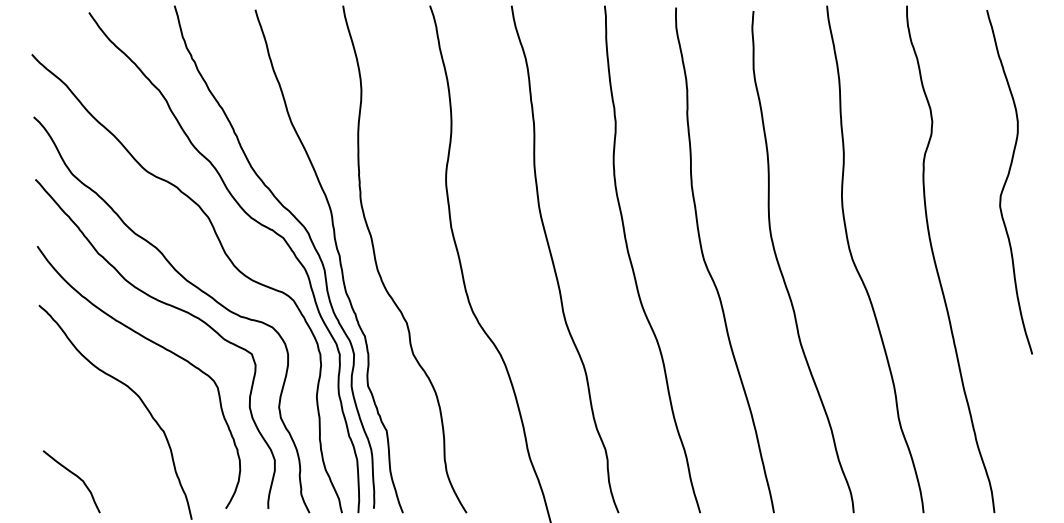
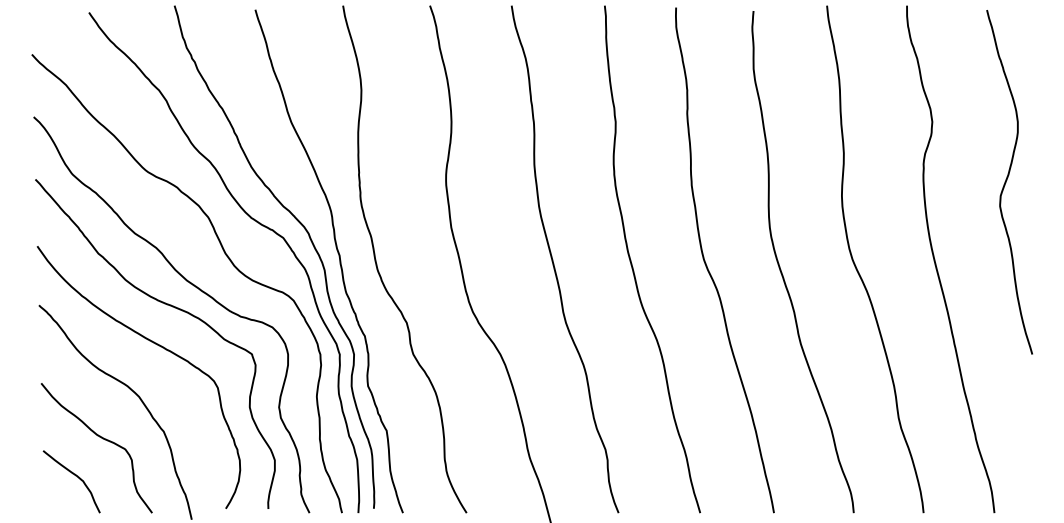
curve at (102, 439): none -> present
